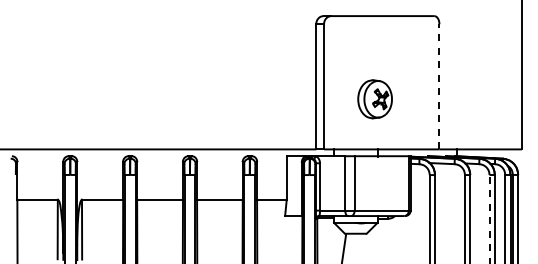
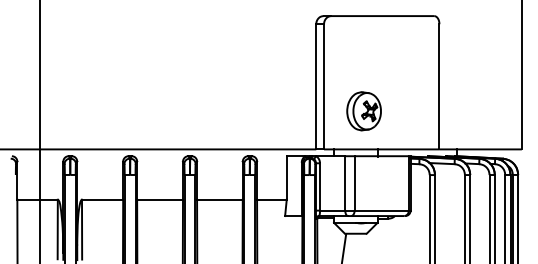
line at (439, 86): dashed -> solid
part at (374, 99) position: (374, 99) -> (363, 111)
line at (40, 131): none -> present
line at (489, 218): dashed -> solid
